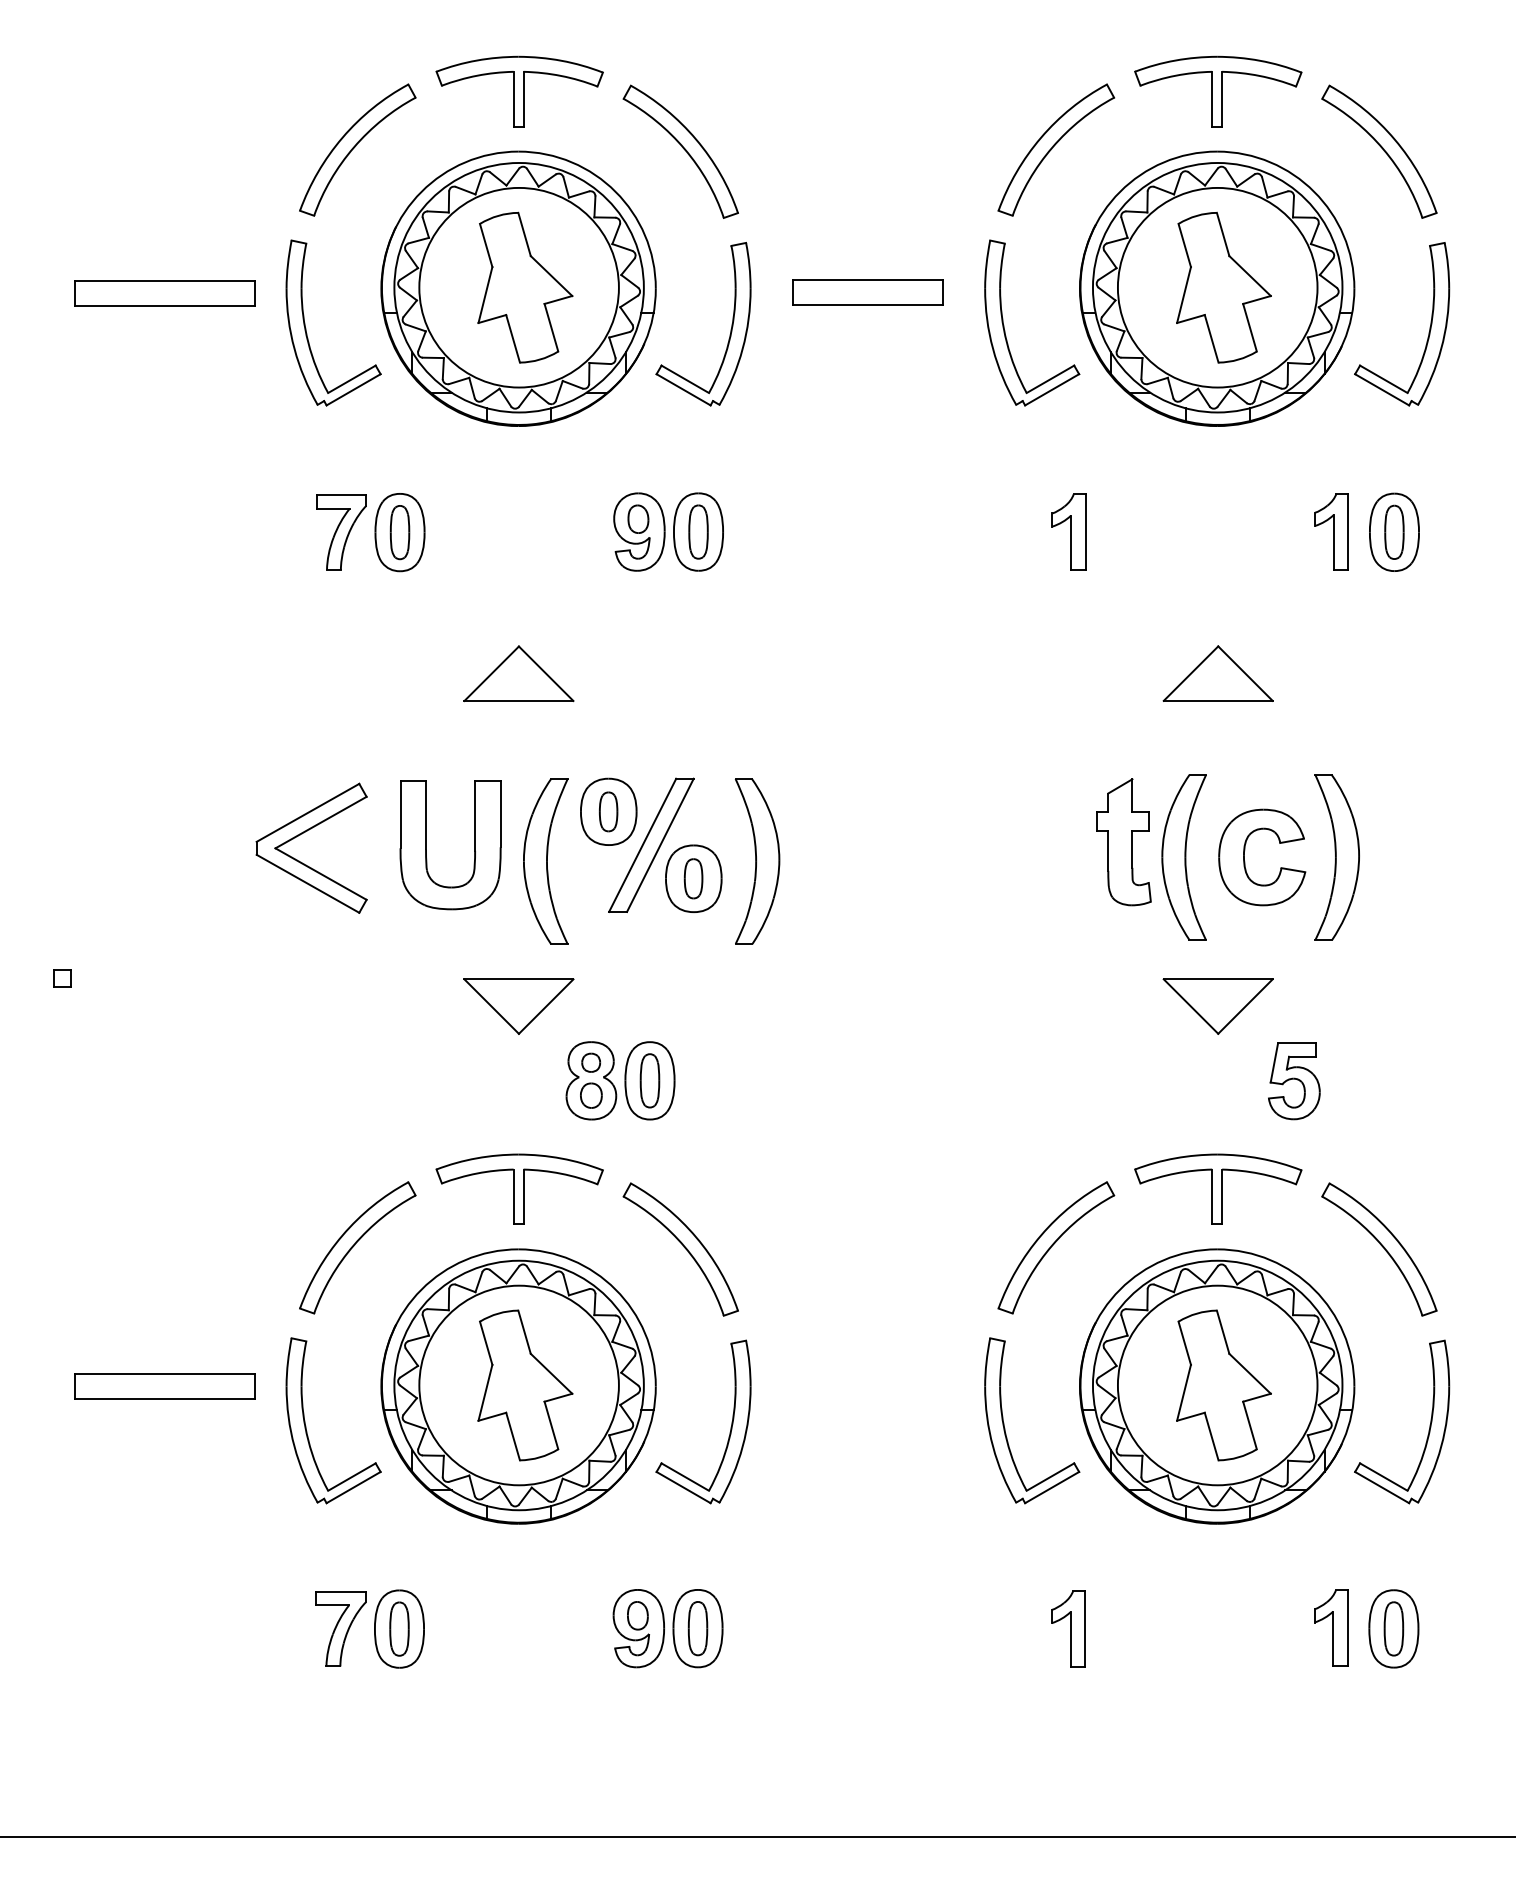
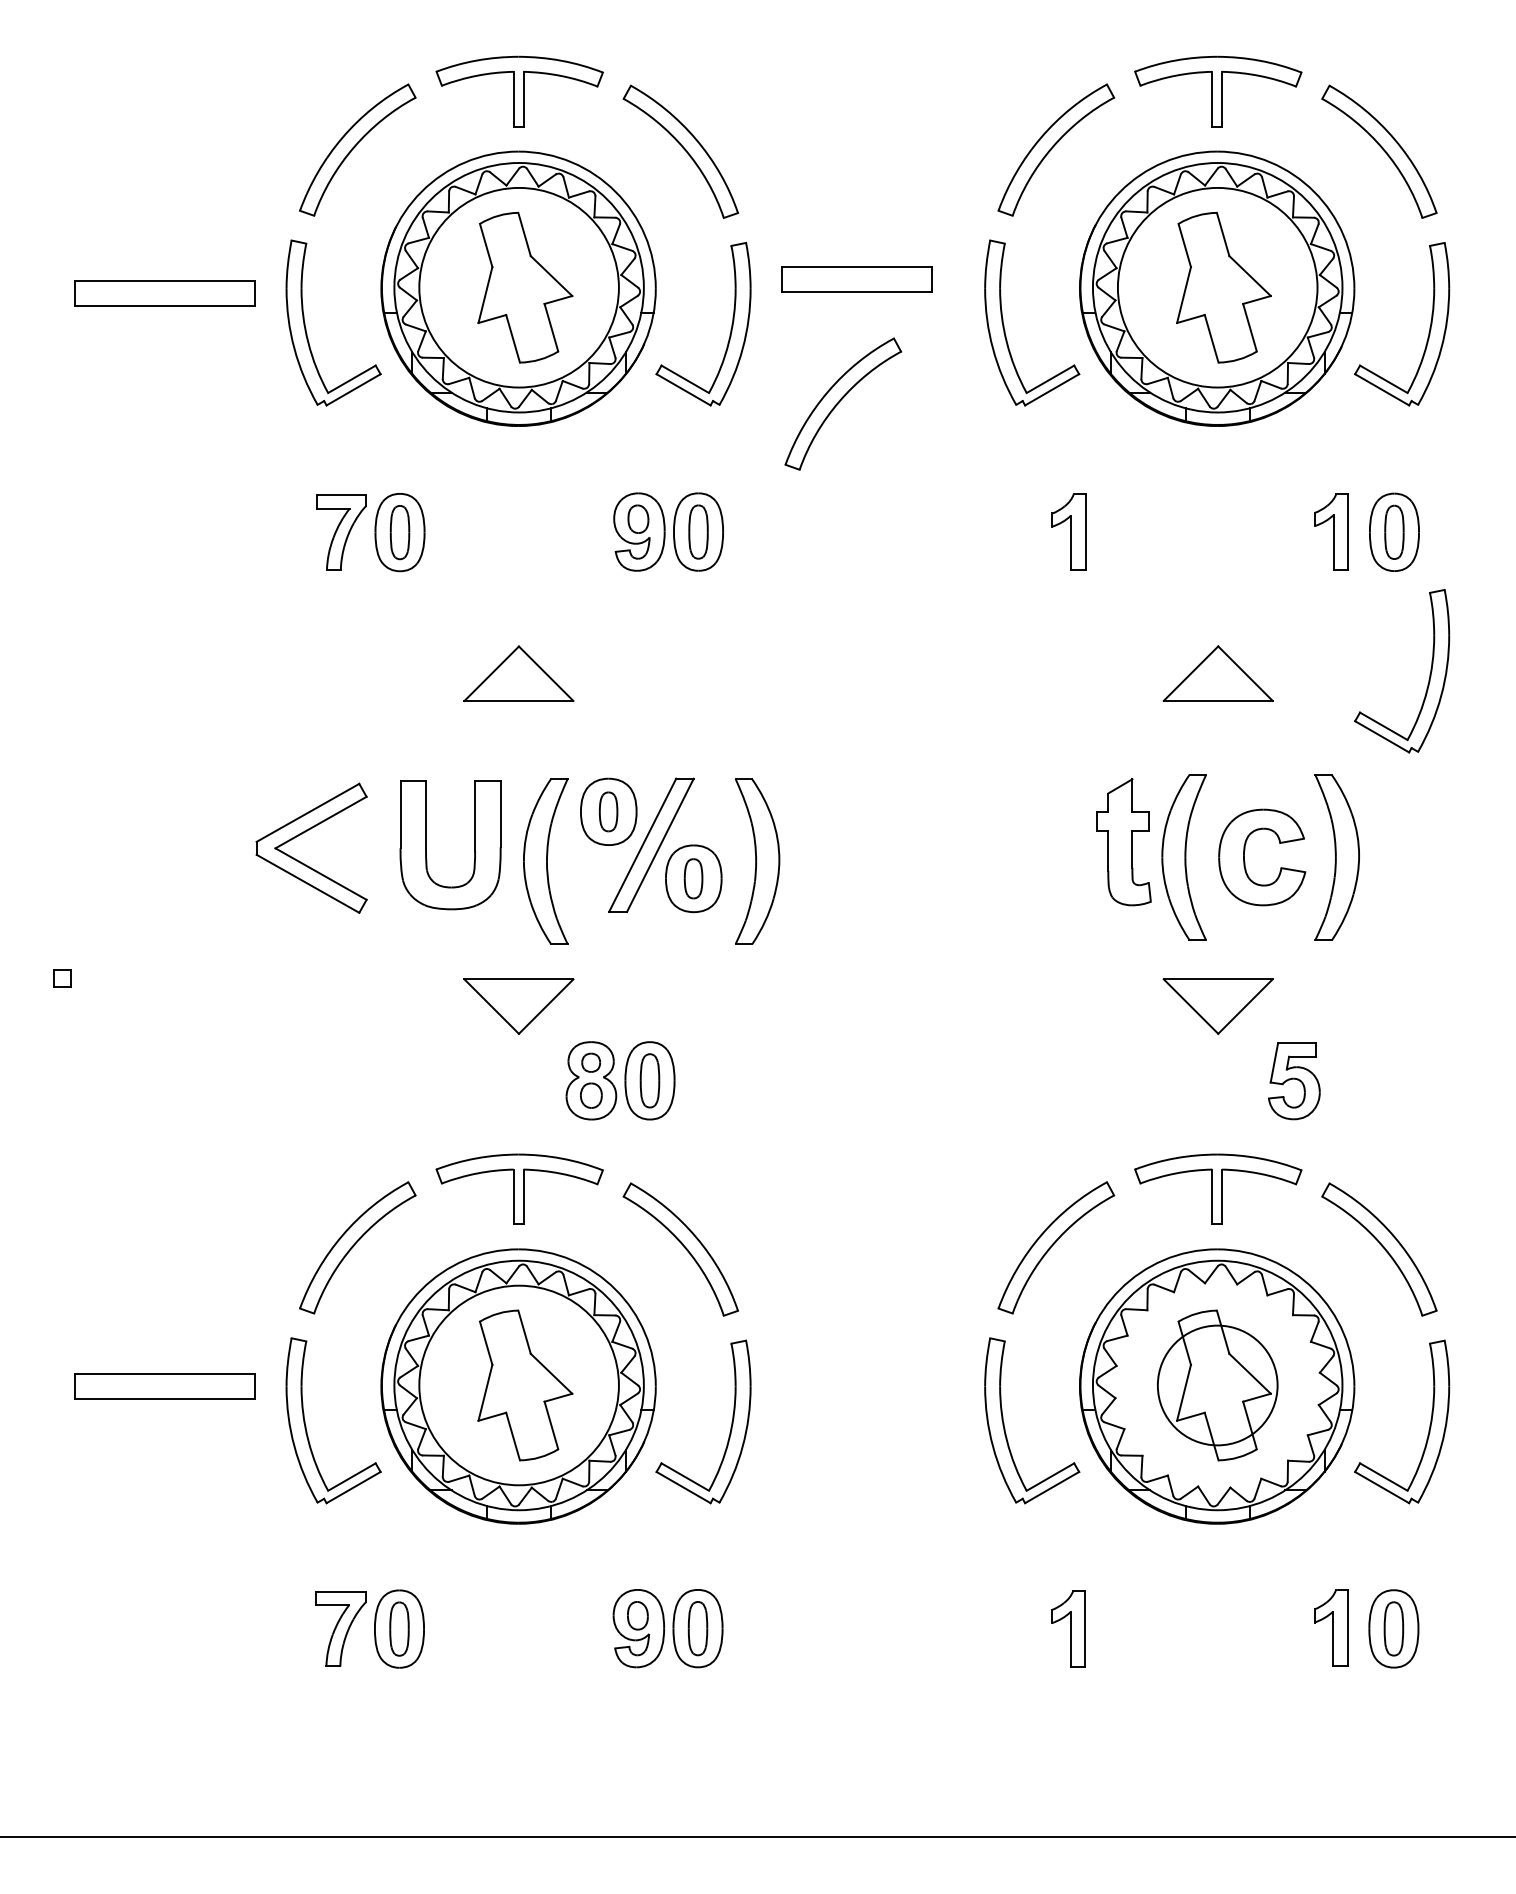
part at (867, 292) position: (867, 292) -> (856, 279)
part at (843, 403): none -> present
part at (1429, 674): none -> present
circle at (1217, 1385) diameter: 200 px -> 120 px
